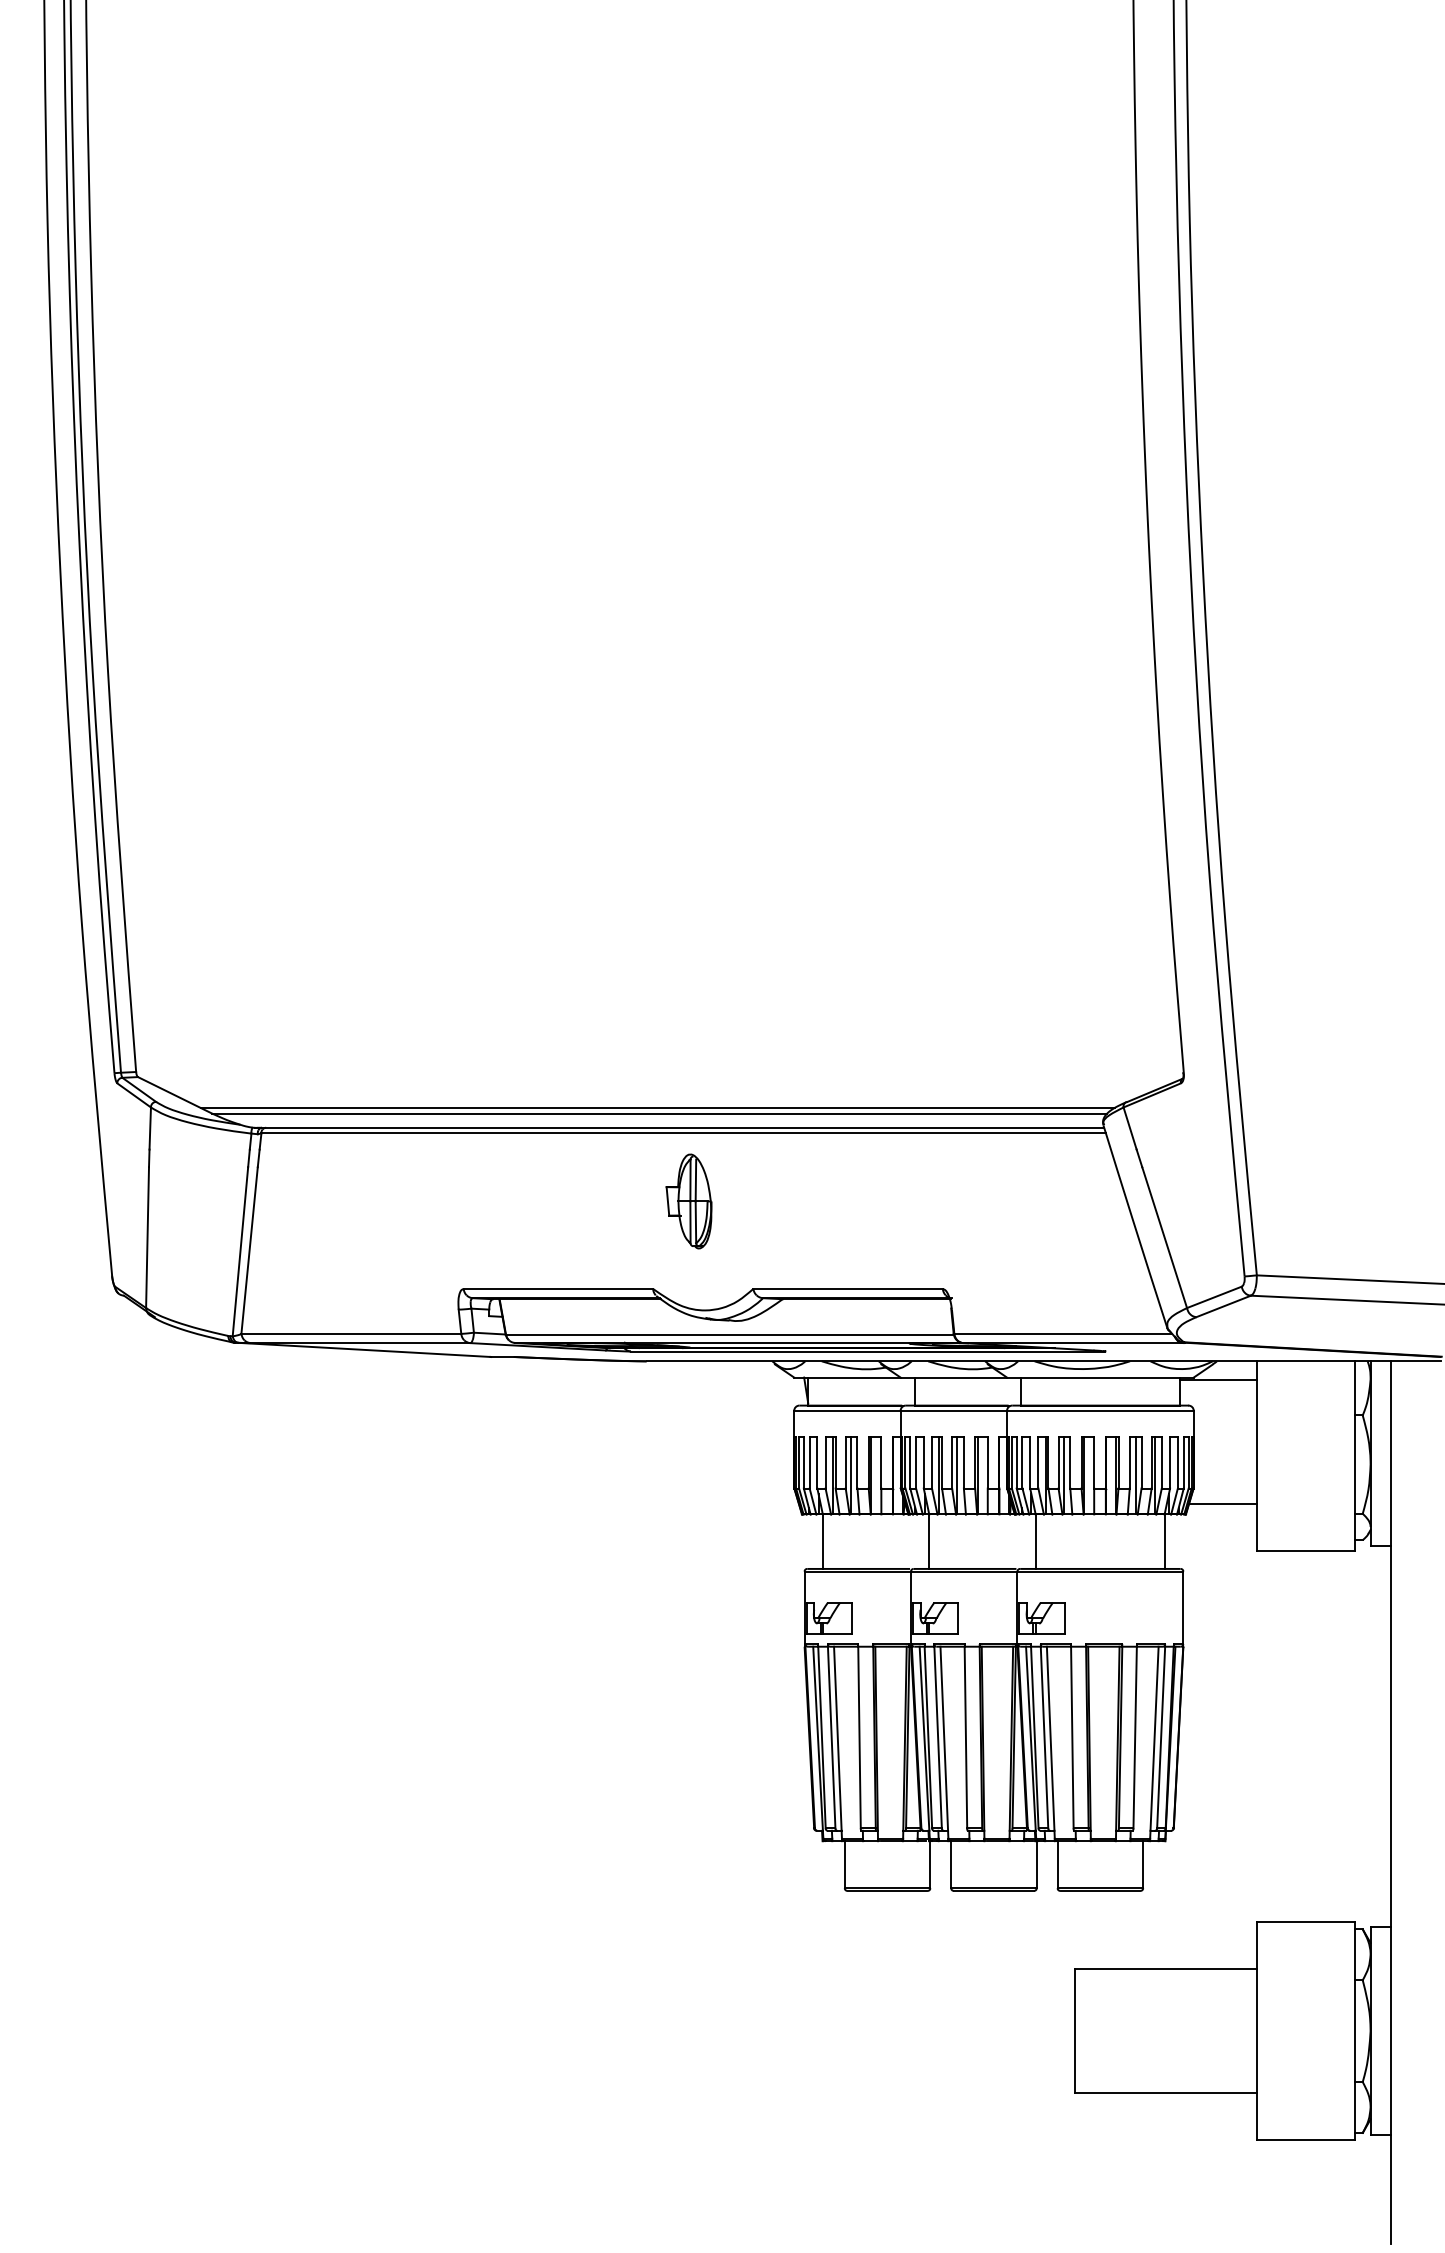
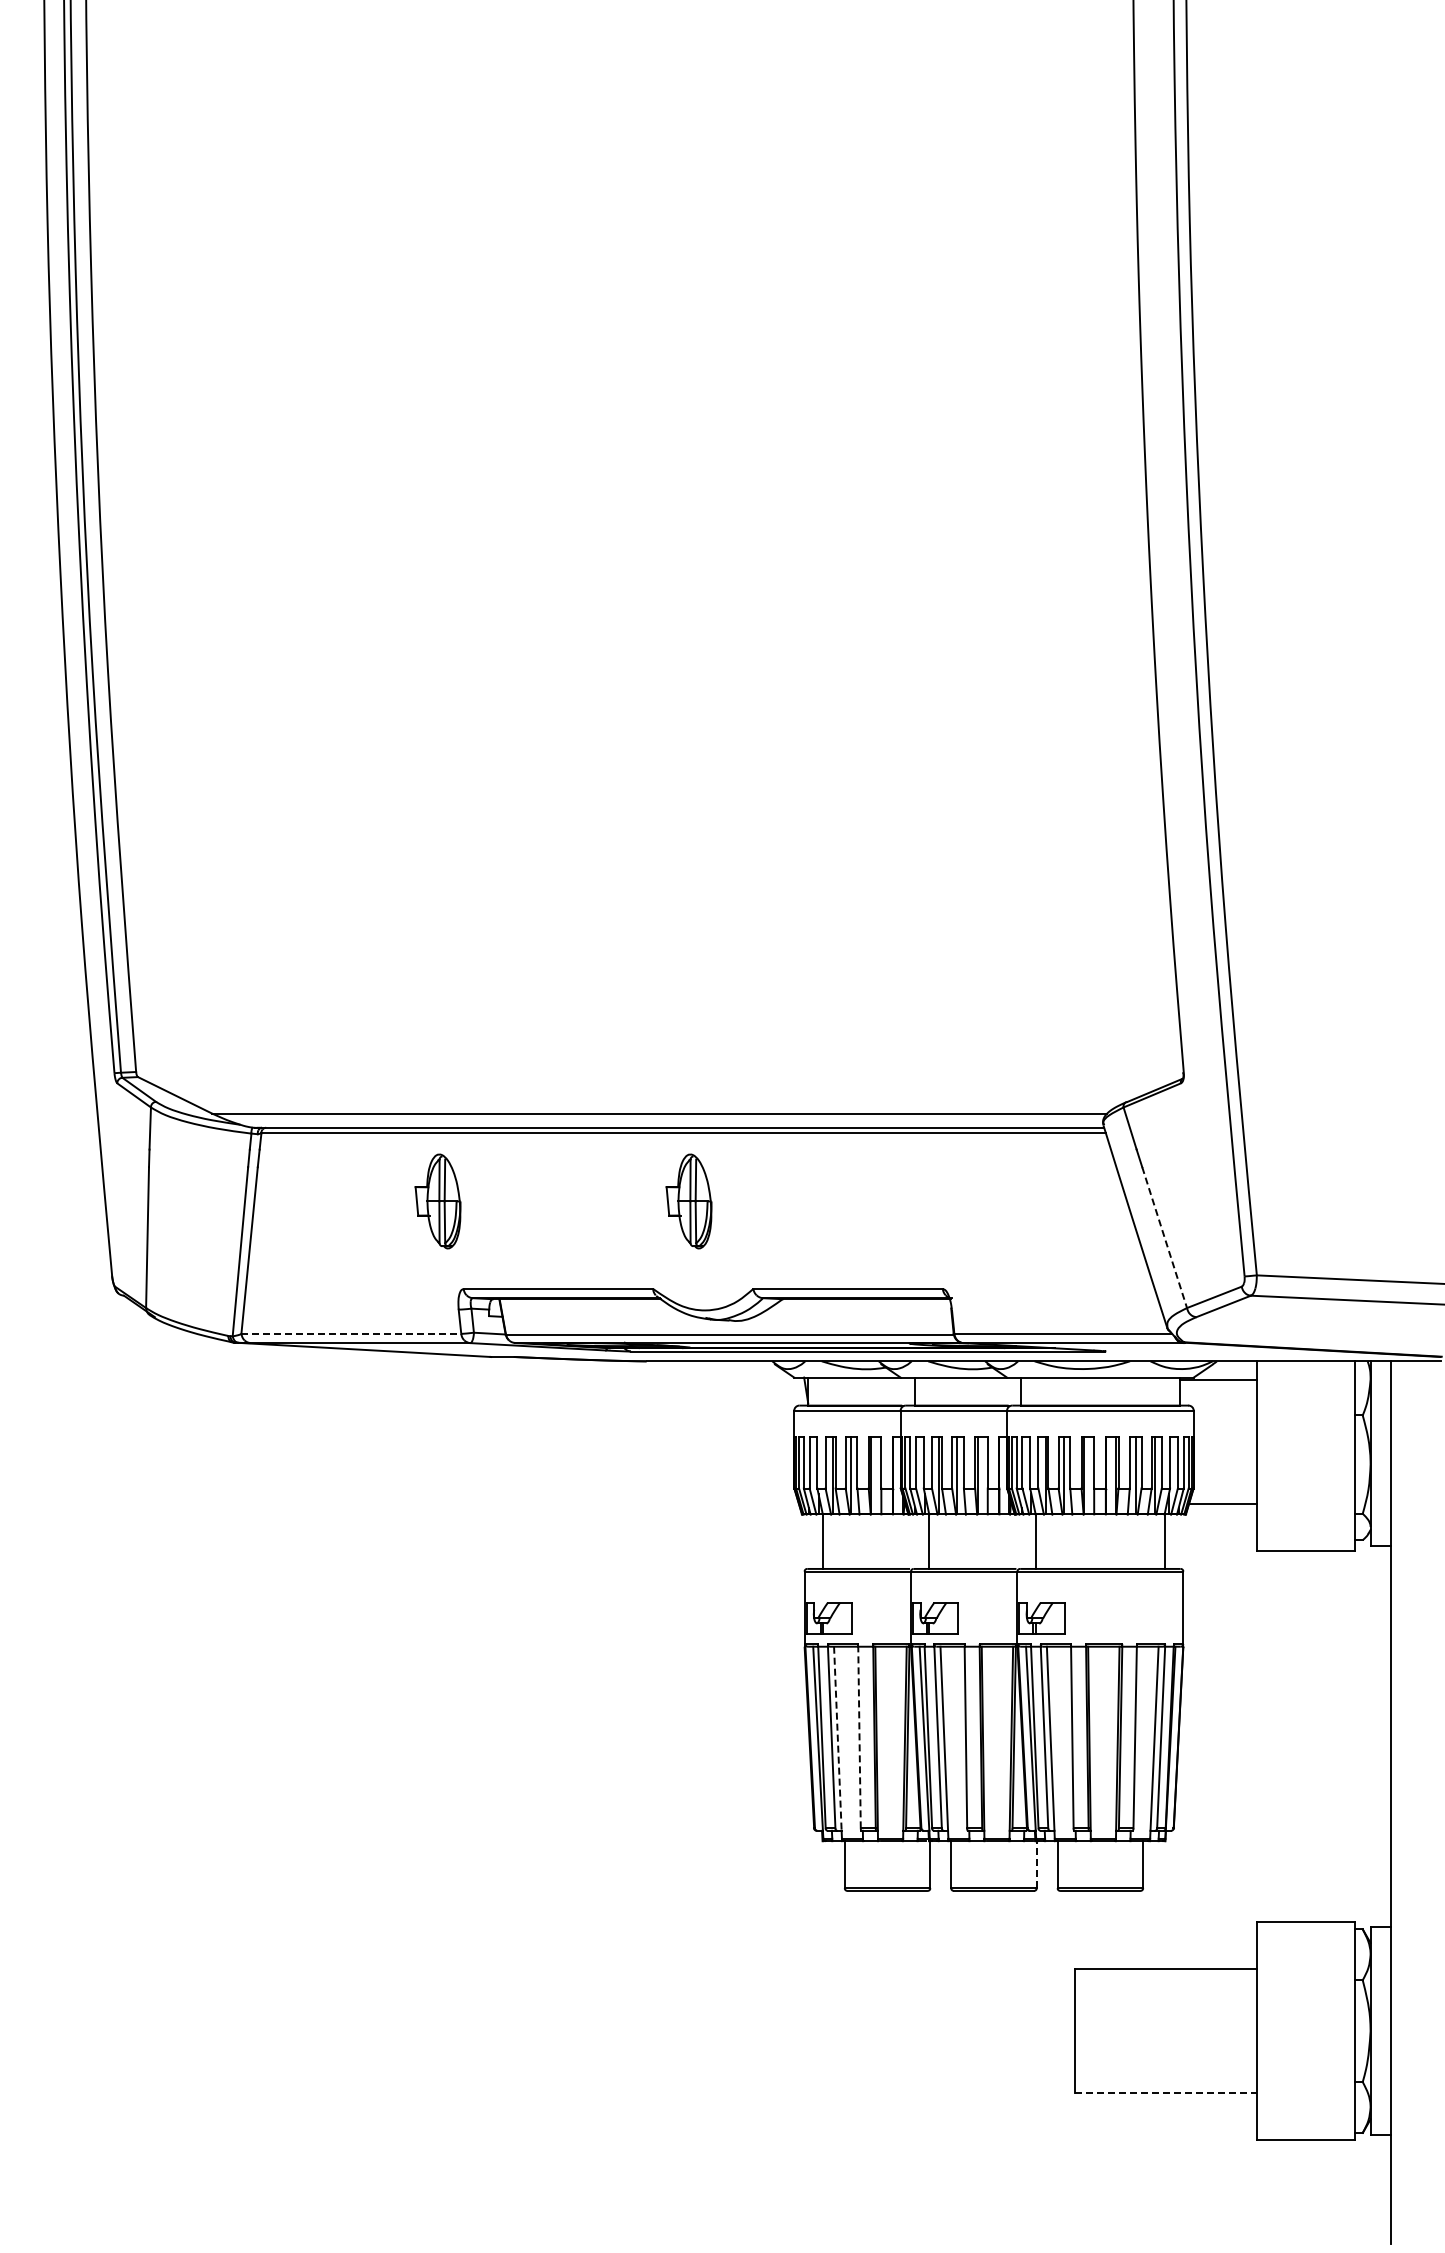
line at (657, 1108): present -> none
part at (437, 1201): none -> present
line at (1164, 1237): solid -> dashed
line at (351, 1333): solid -> dashed
line at (859, 1737): solid -> dashed
line at (837, 1739): solid -> dashed
line at (1036, 1864): solid -> dashed
line at (1165, 2093): solid -> dashed
